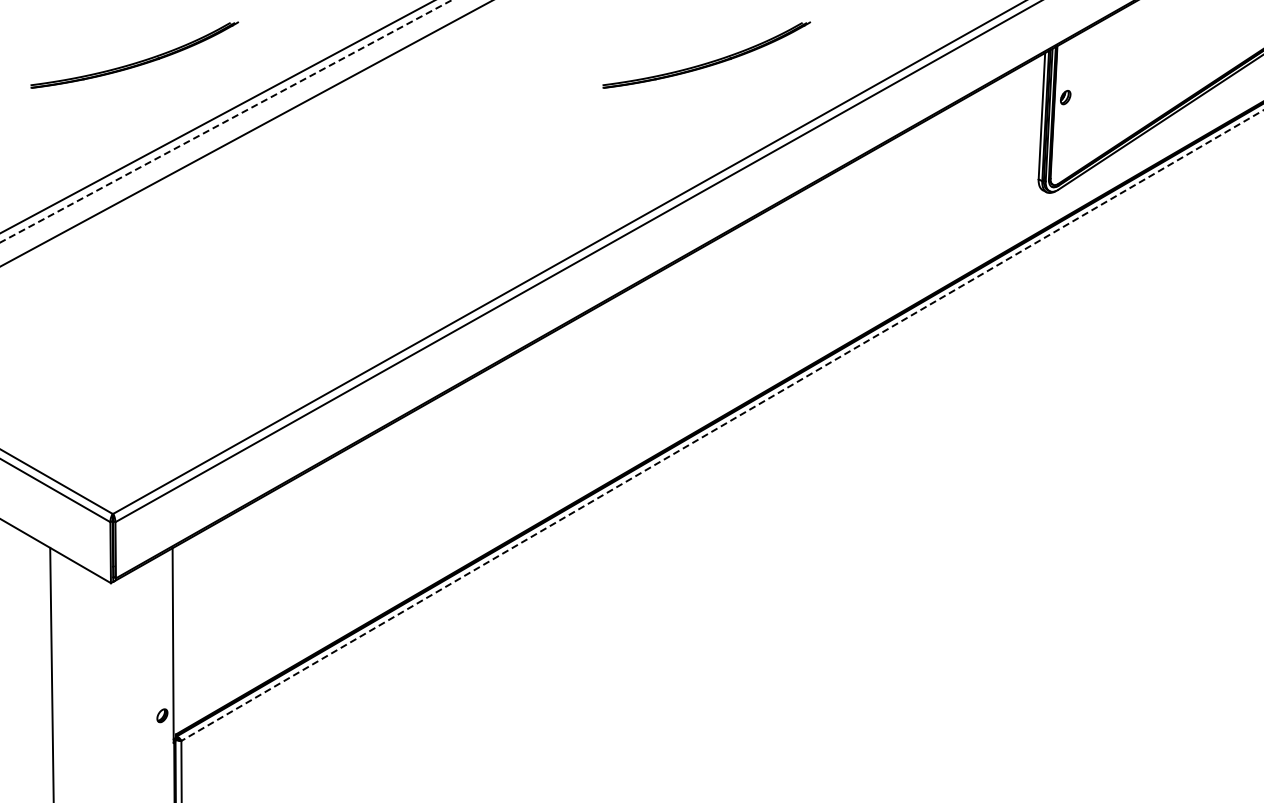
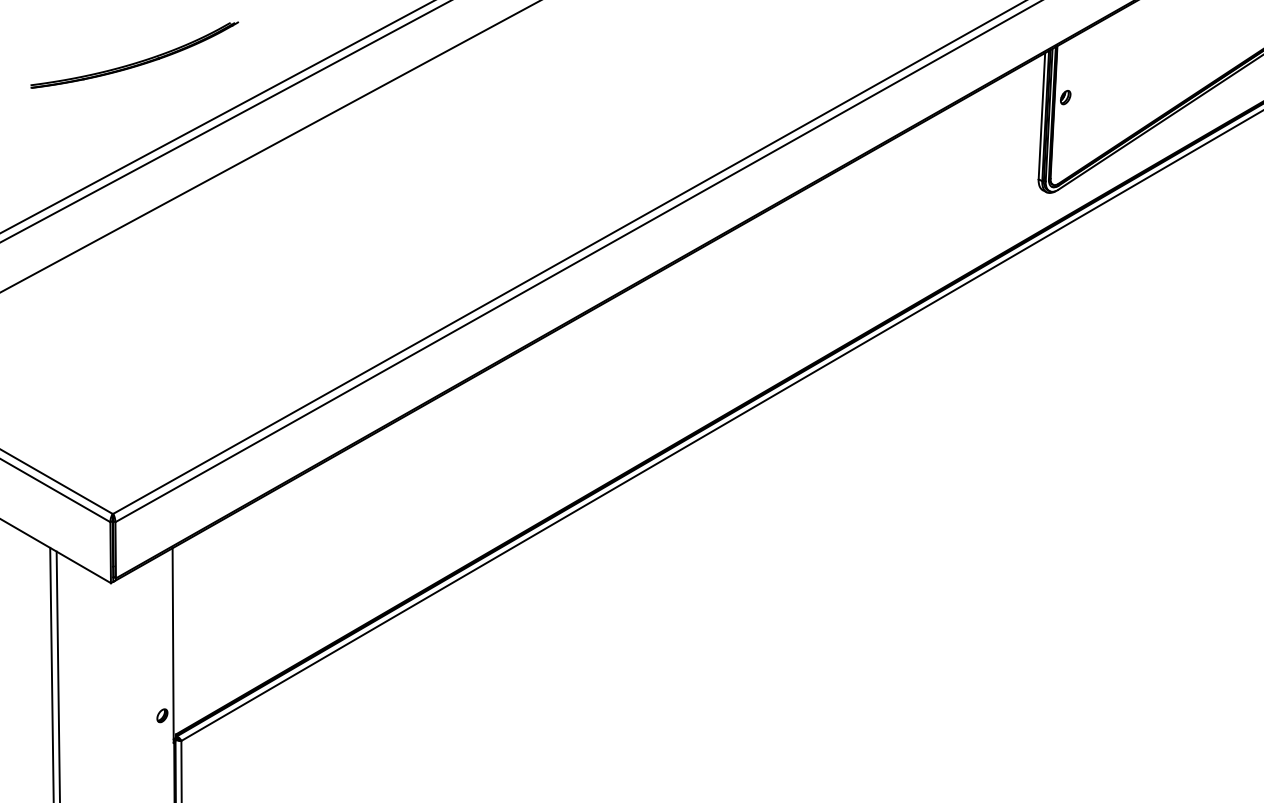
part at (709, 61): present -> none
line at (225, 121): dashed -> solid
line at (245, 133) position: (245, 133) -> (269, 146)
line at (722, 425): dashed -> solid
line at (57, 675): none -> present
